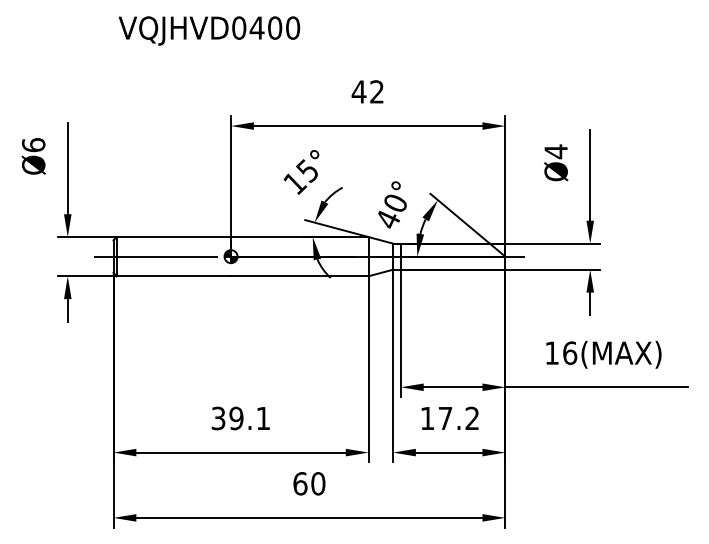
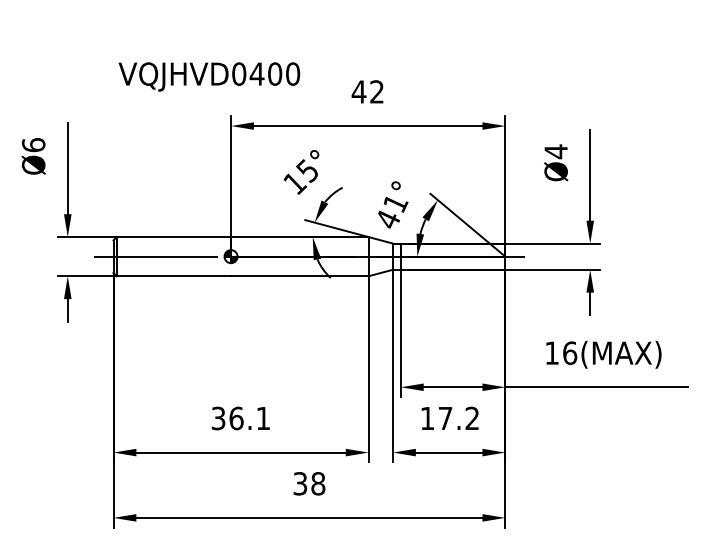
text at (209, 30) position: (209, 30) -> (209, 76)
text at (396, 203): 40° -> 41°
text at (236, 418): 39.1 -> 36.1
text at (309, 483): 60 -> 38
